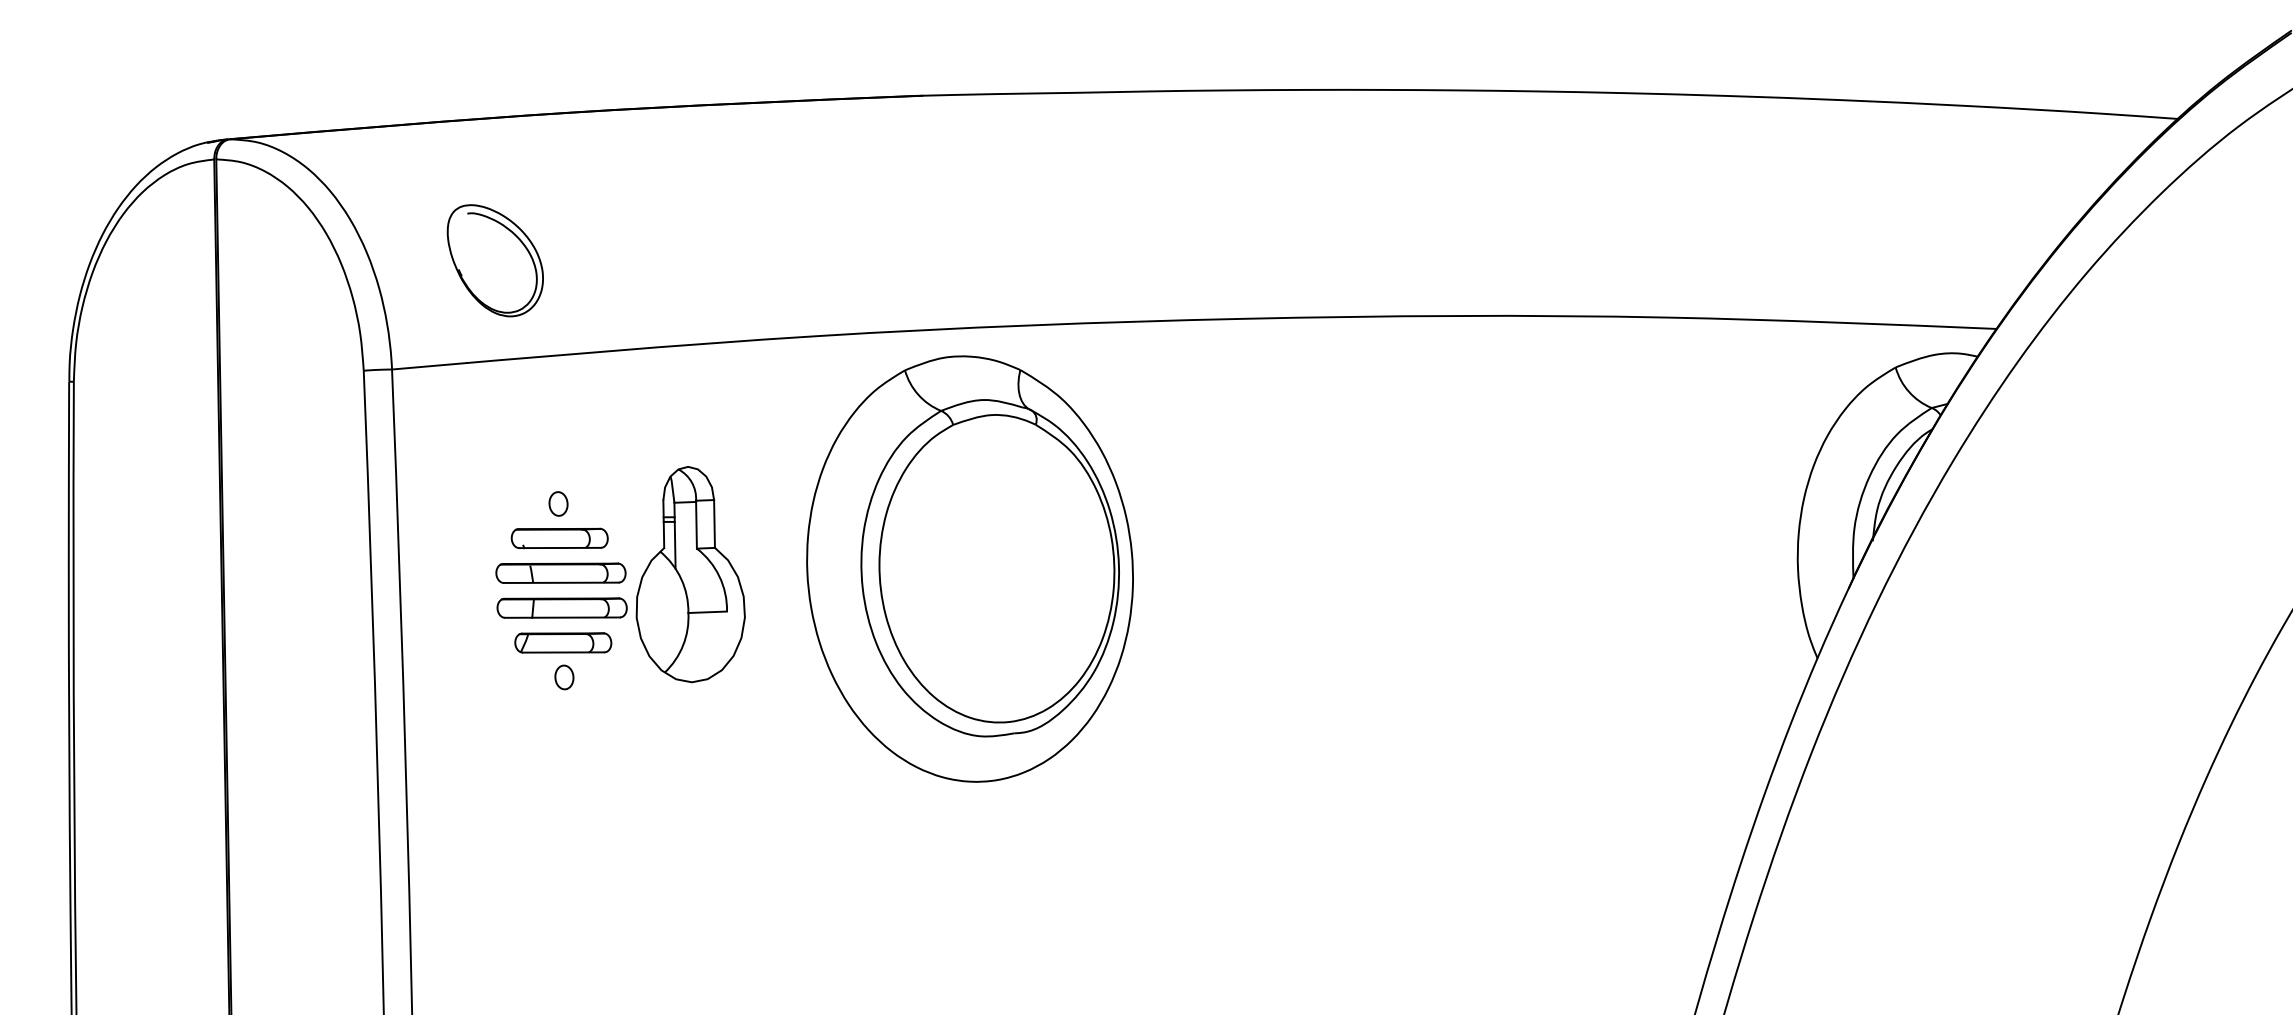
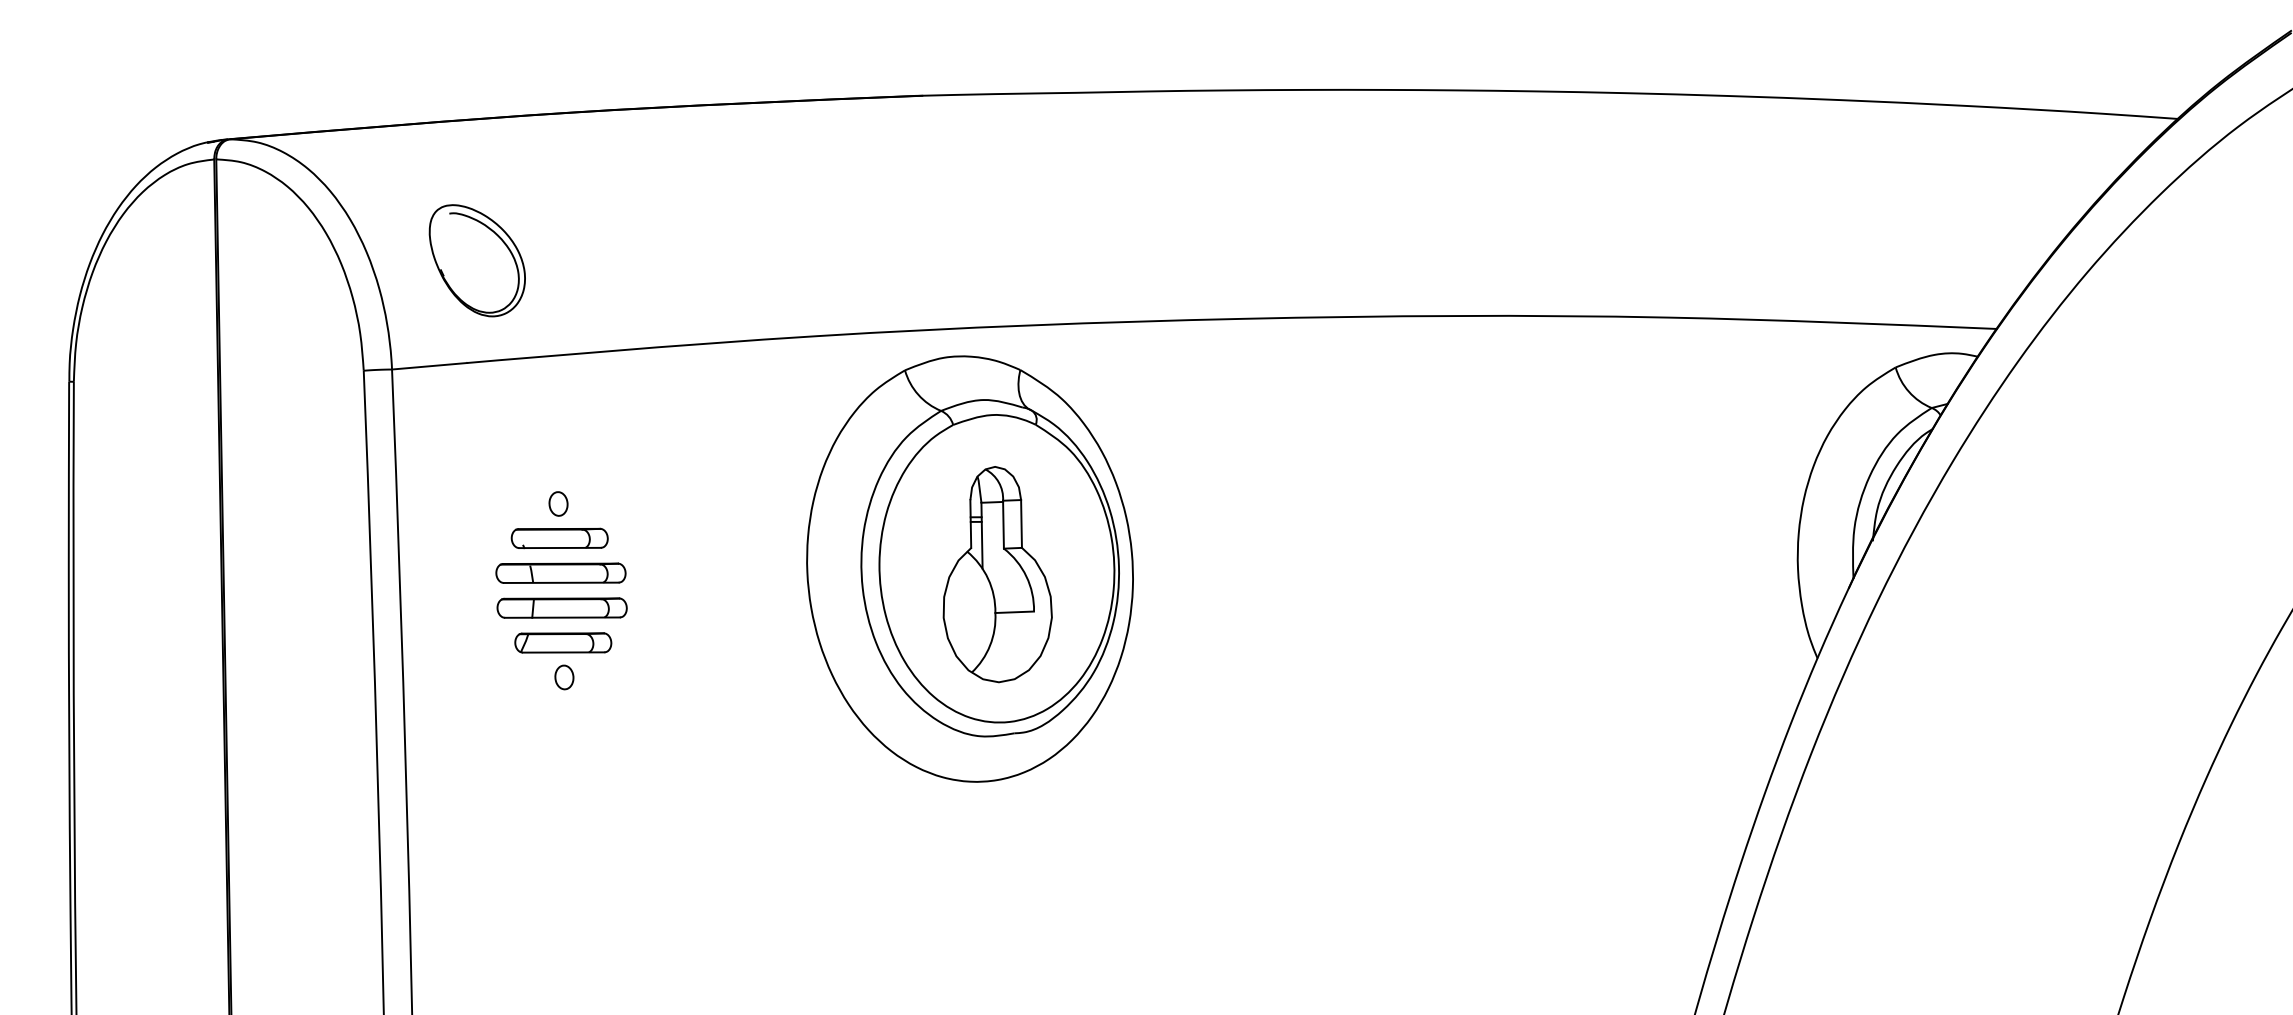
part at (494, 260) position: (494, 260) -> (476, 260)
part at (690, 574) position: (690, 574) -> (997, 574)
